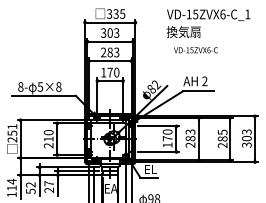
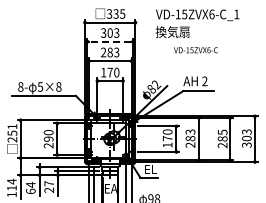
text at (208, 23) position: (208, 23) -> (197, 23)
line at (110, 41): solid -> dashed
text at (48, 138): 210 -> 290
text at (30, 188): 52 -> 64
